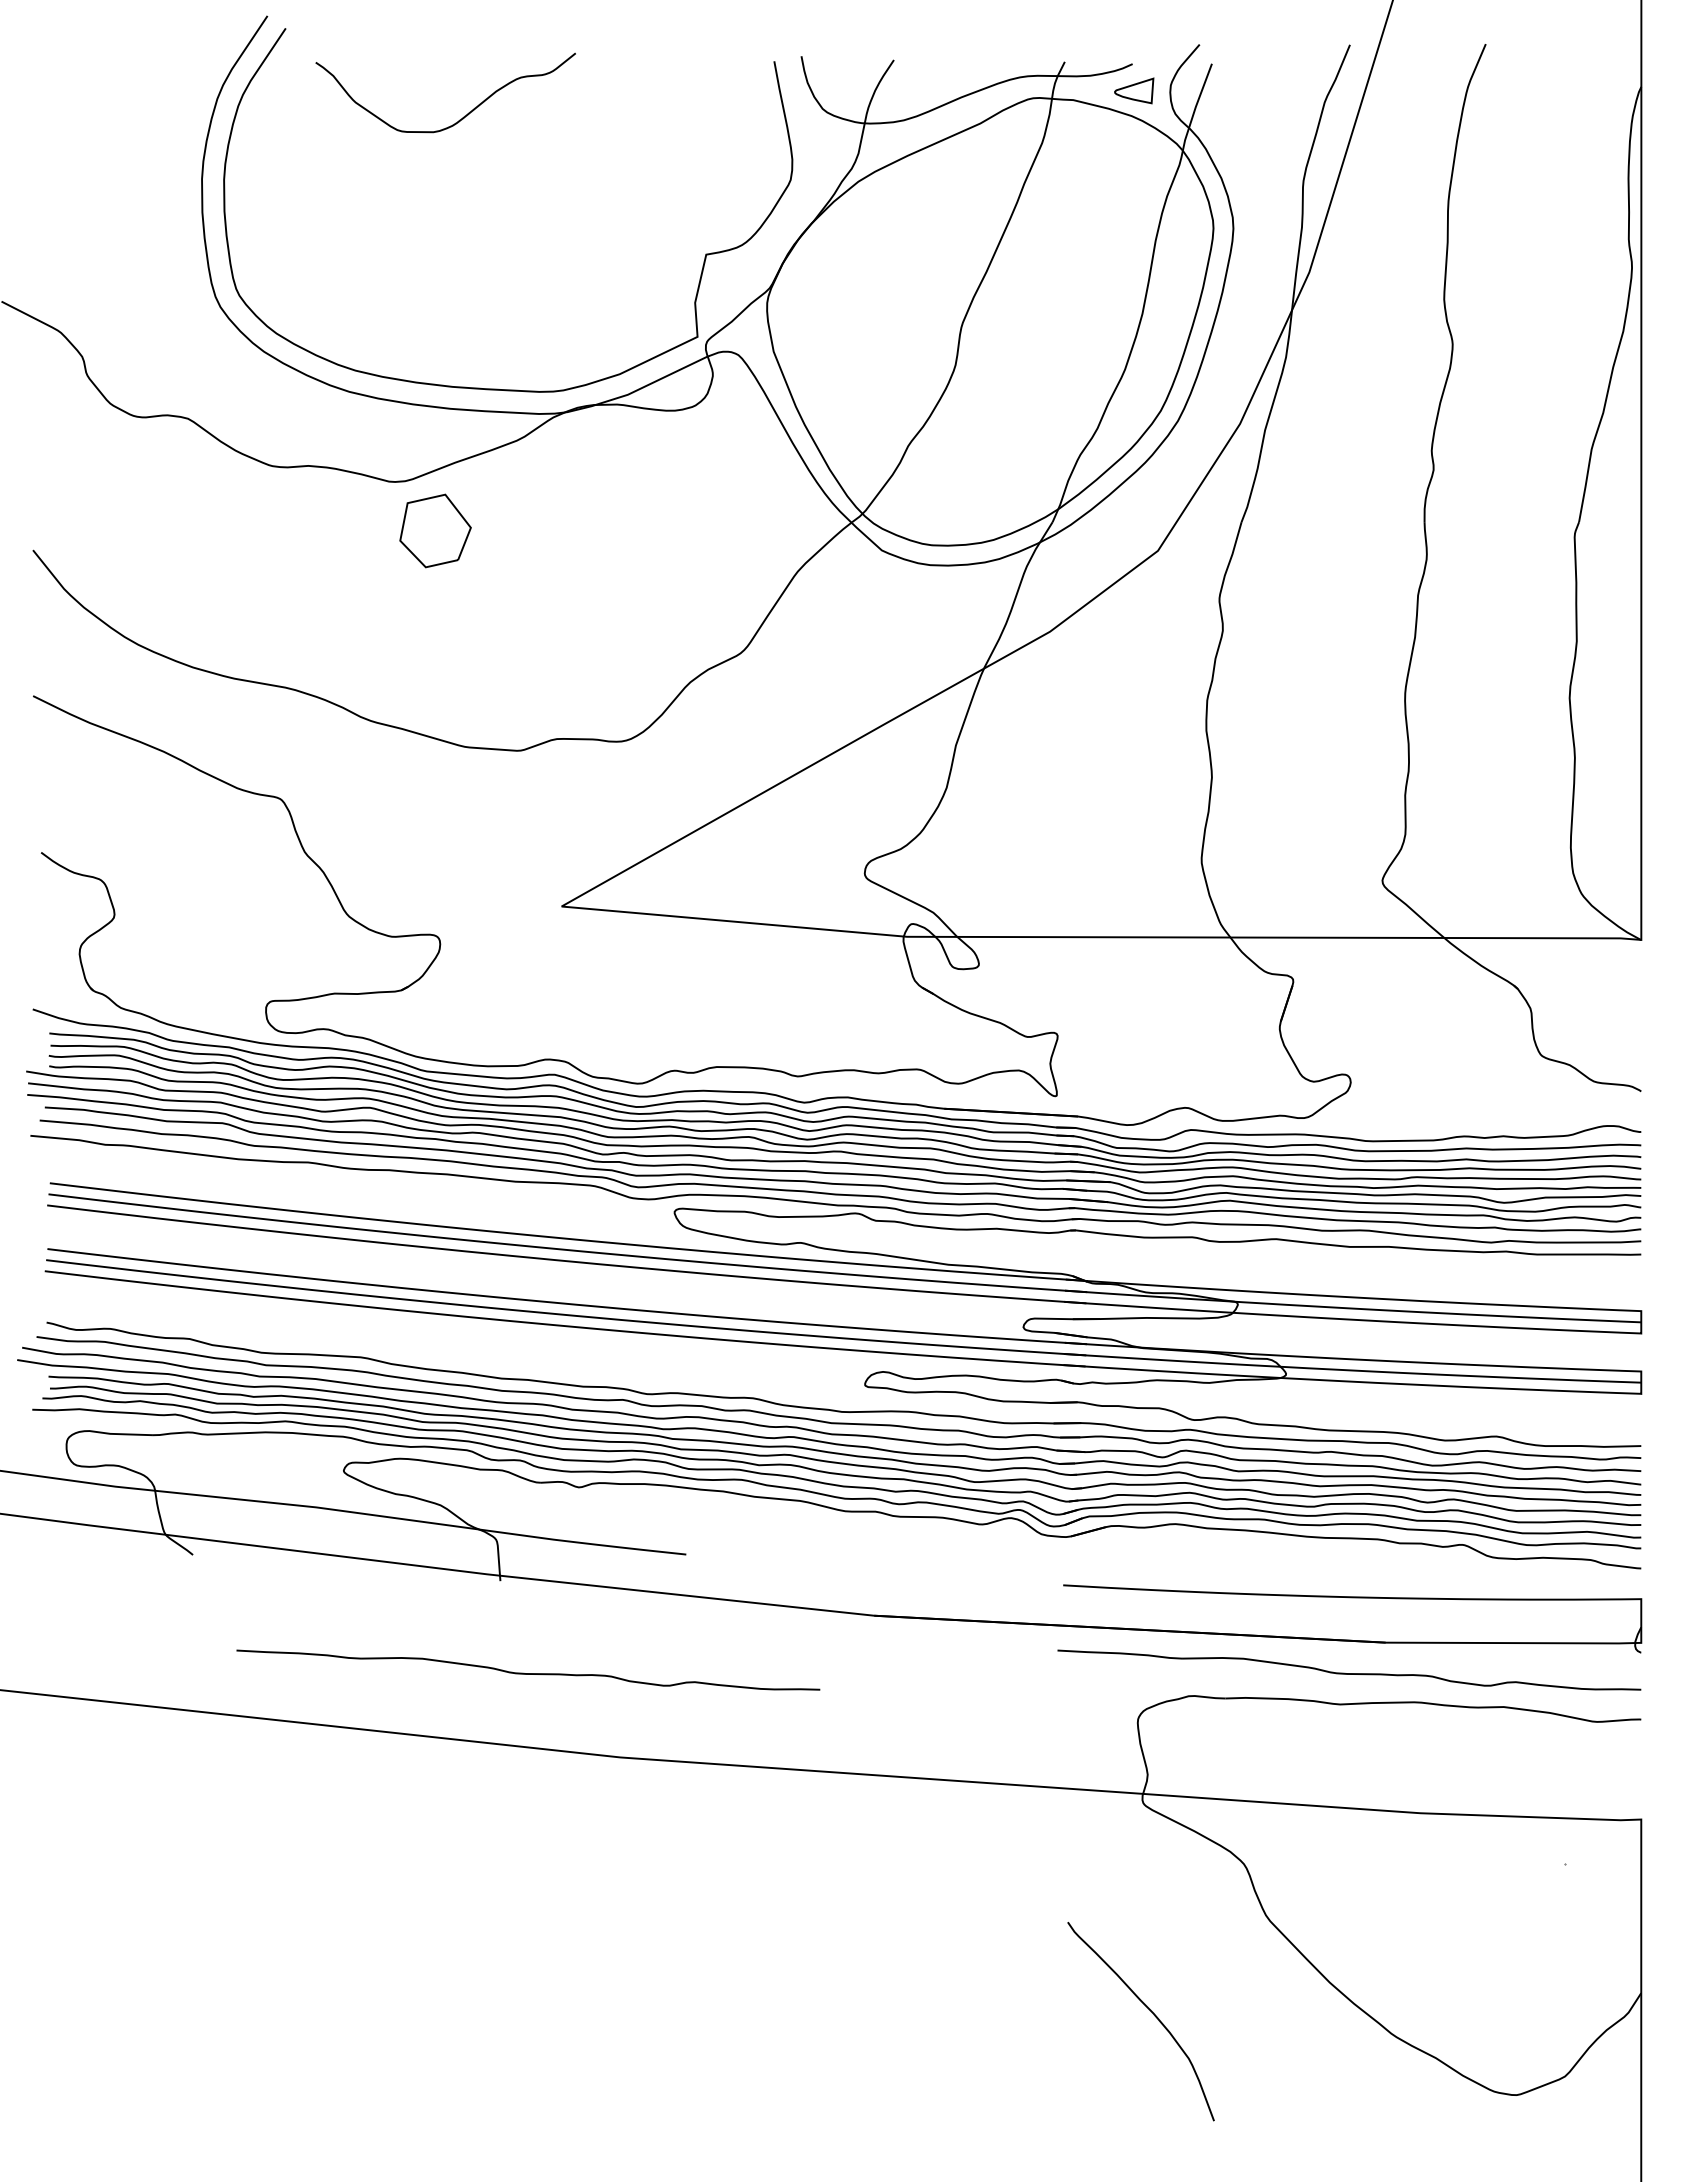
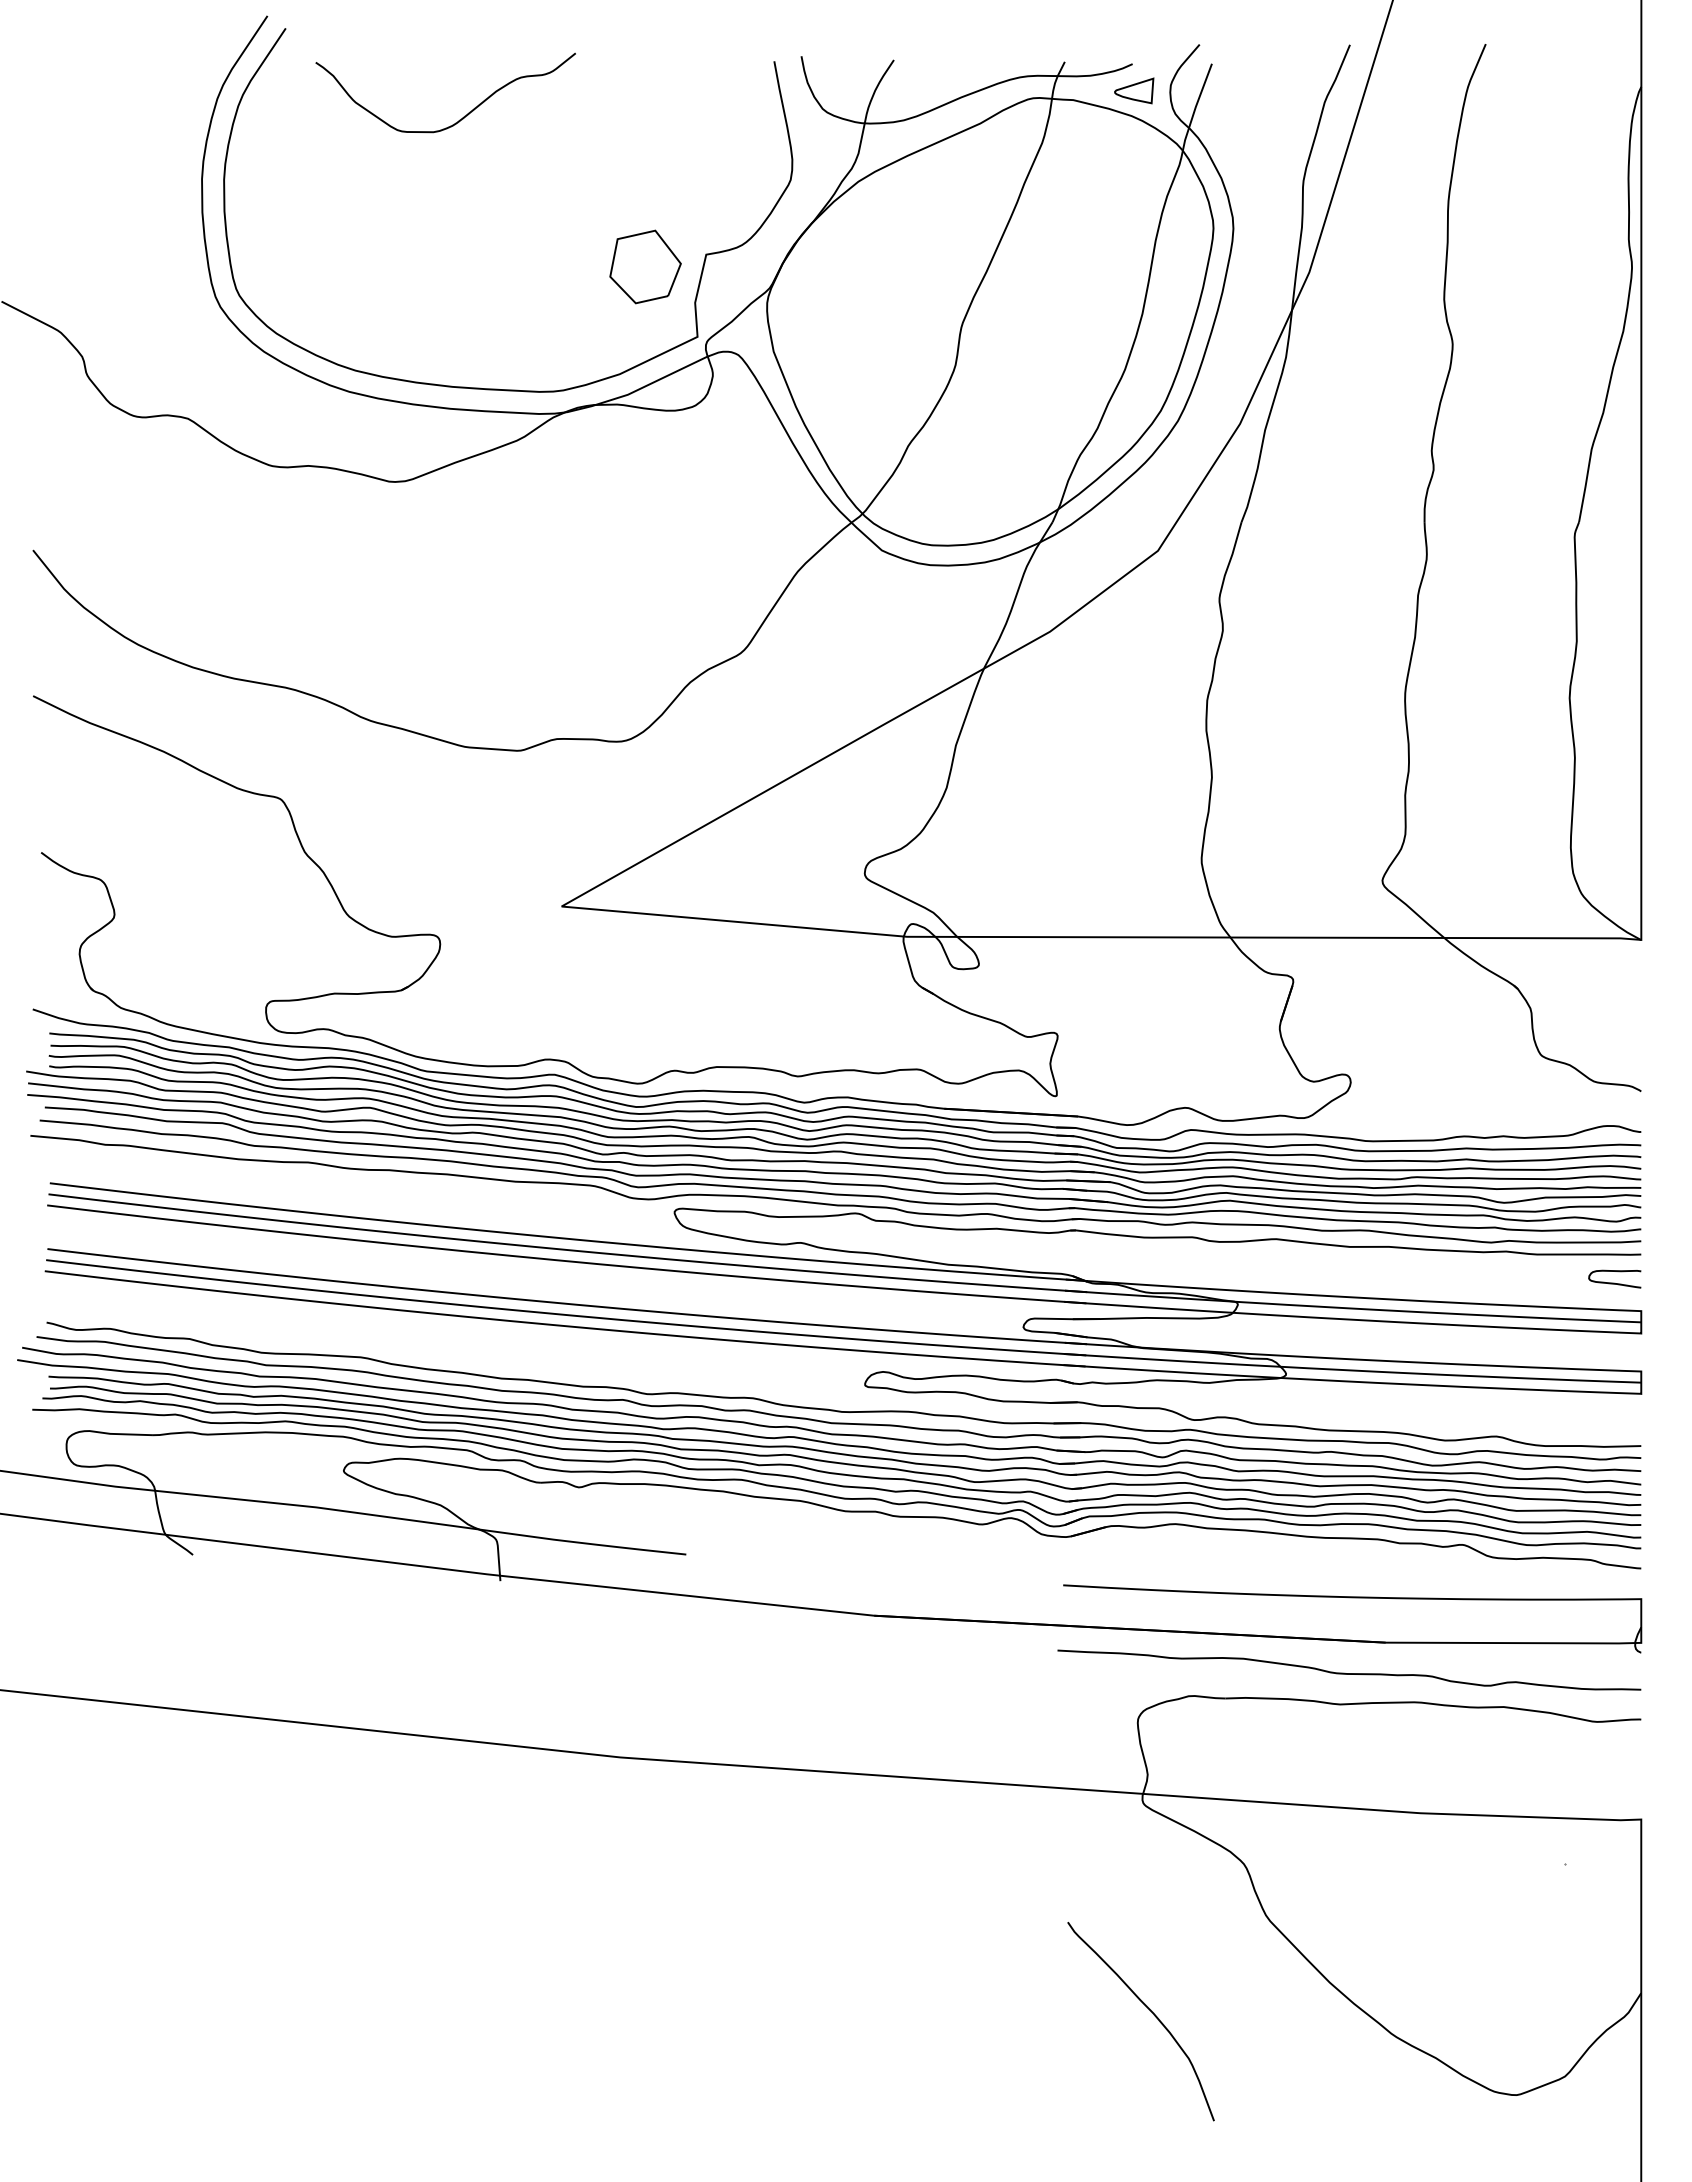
part at (435, 530) position: (435, 530) -> (645, 266)
curve at (1614, 1282): none -> present
part at (528, 1669): present -> none
